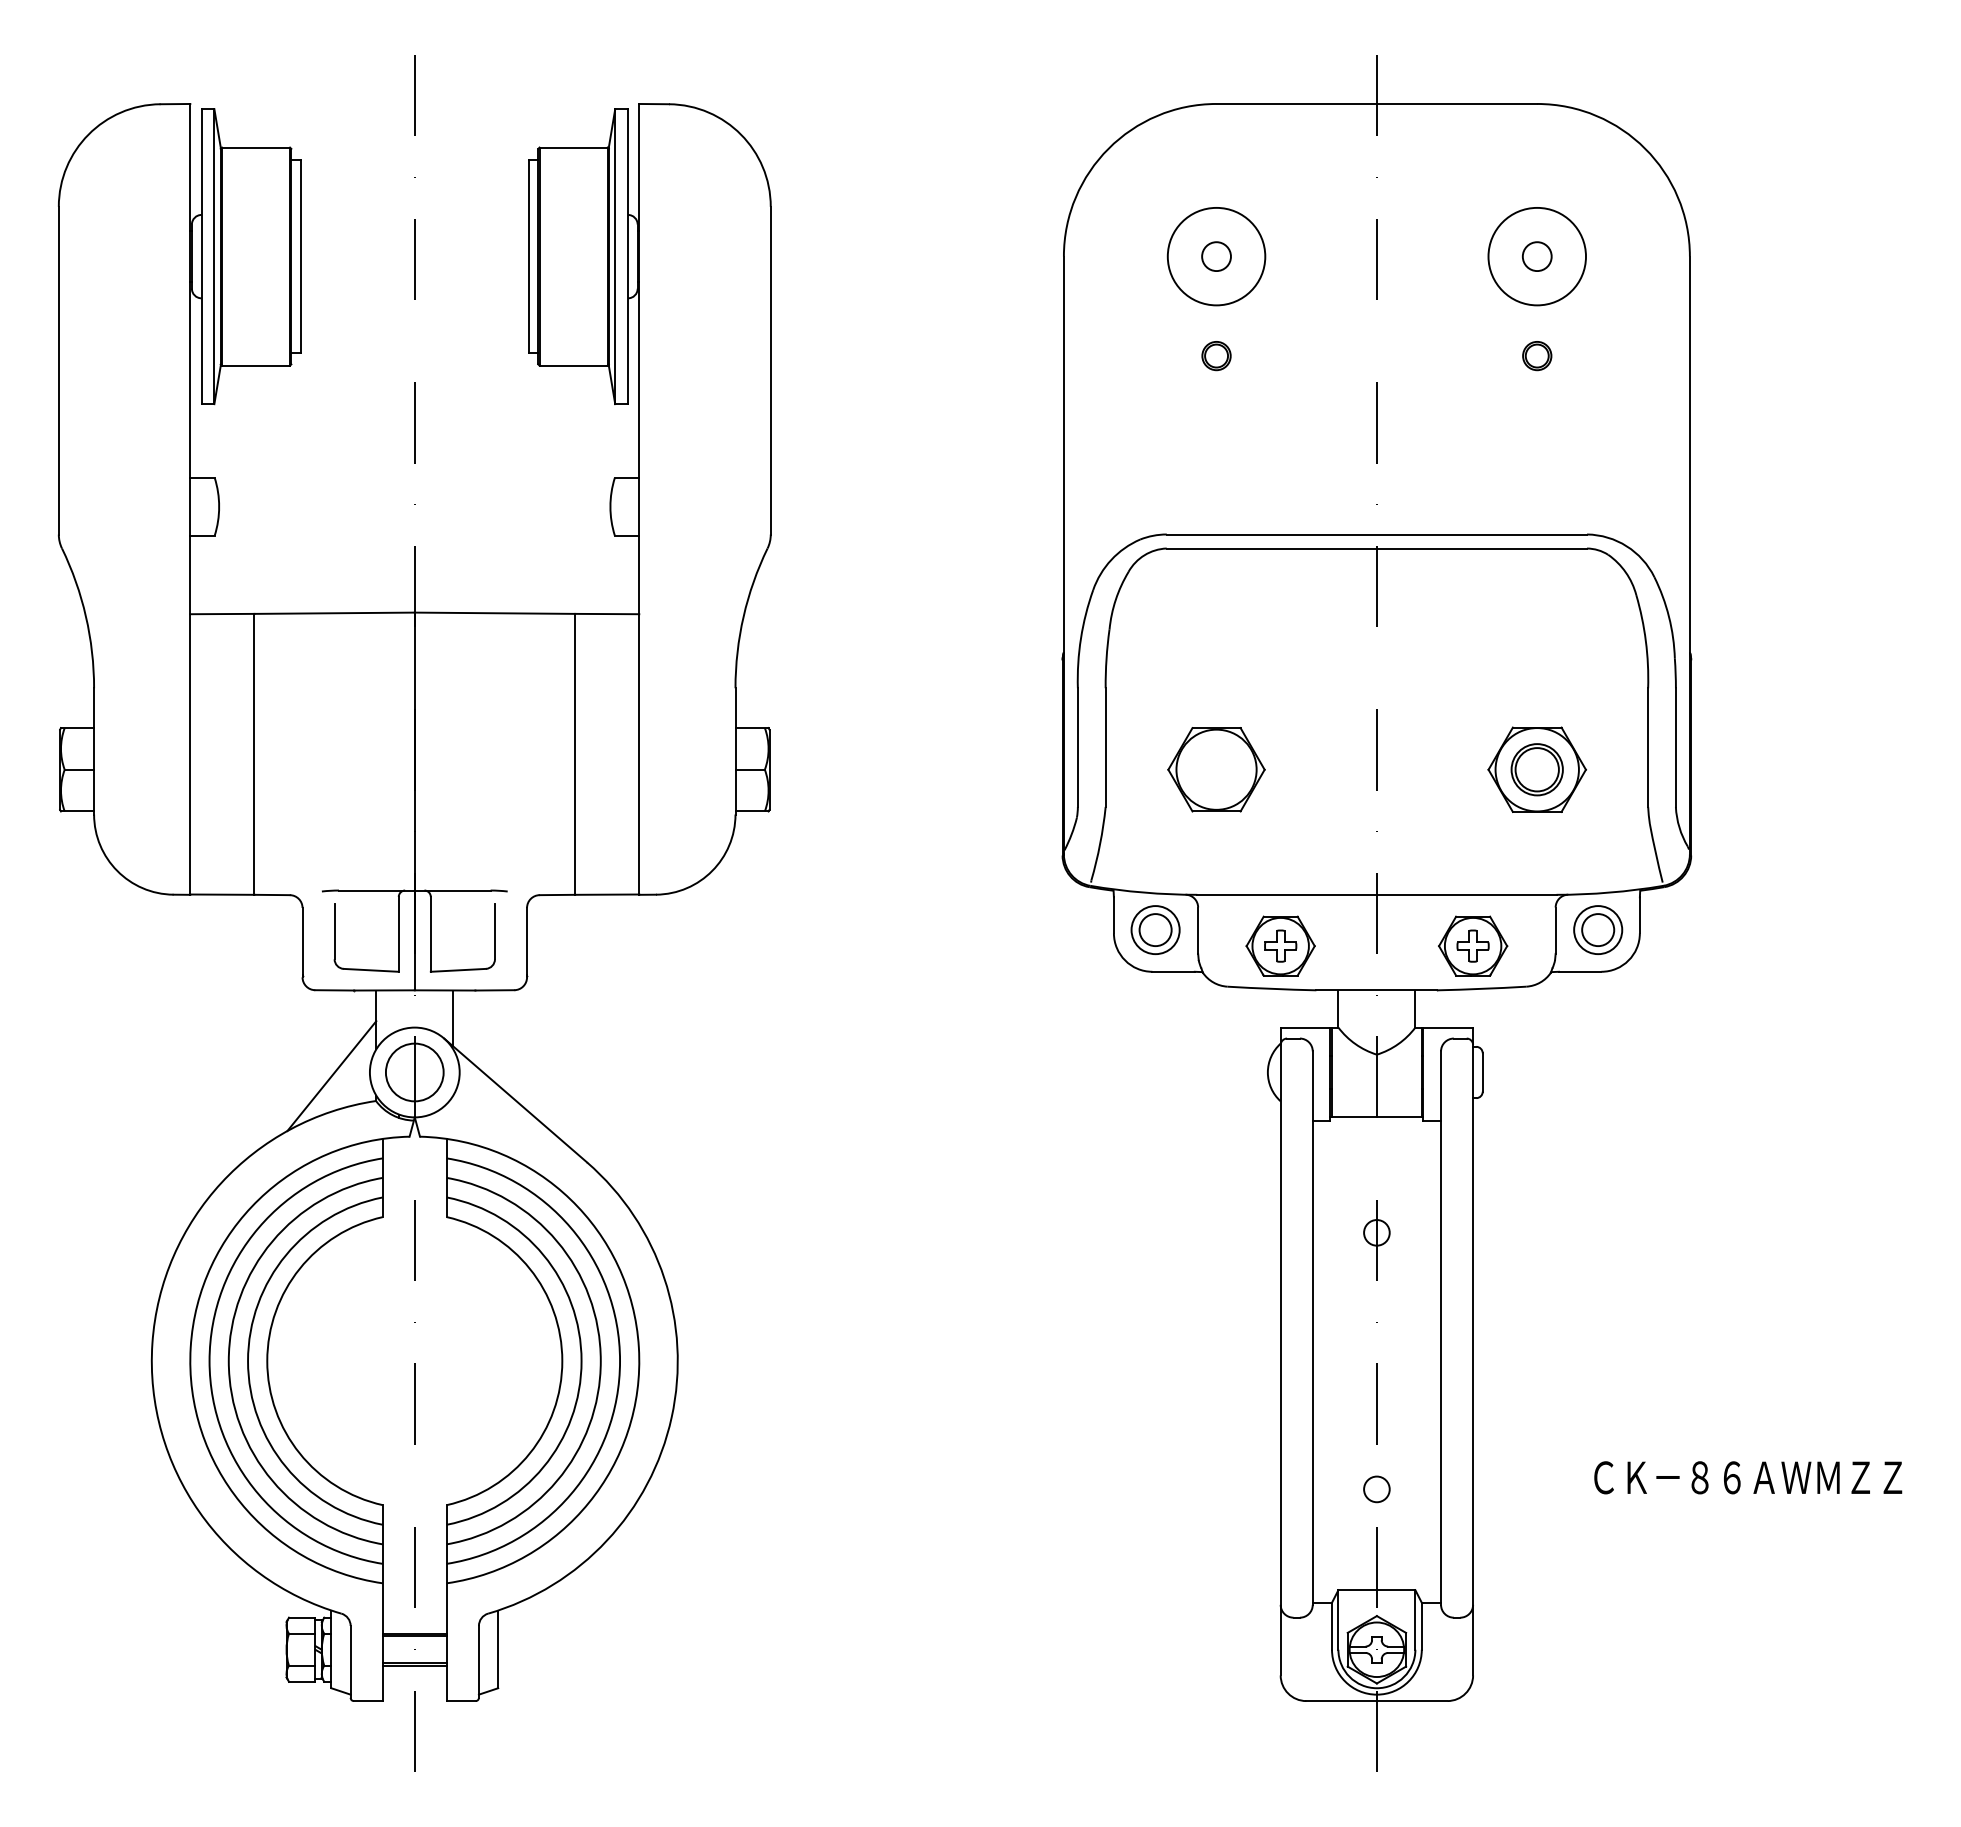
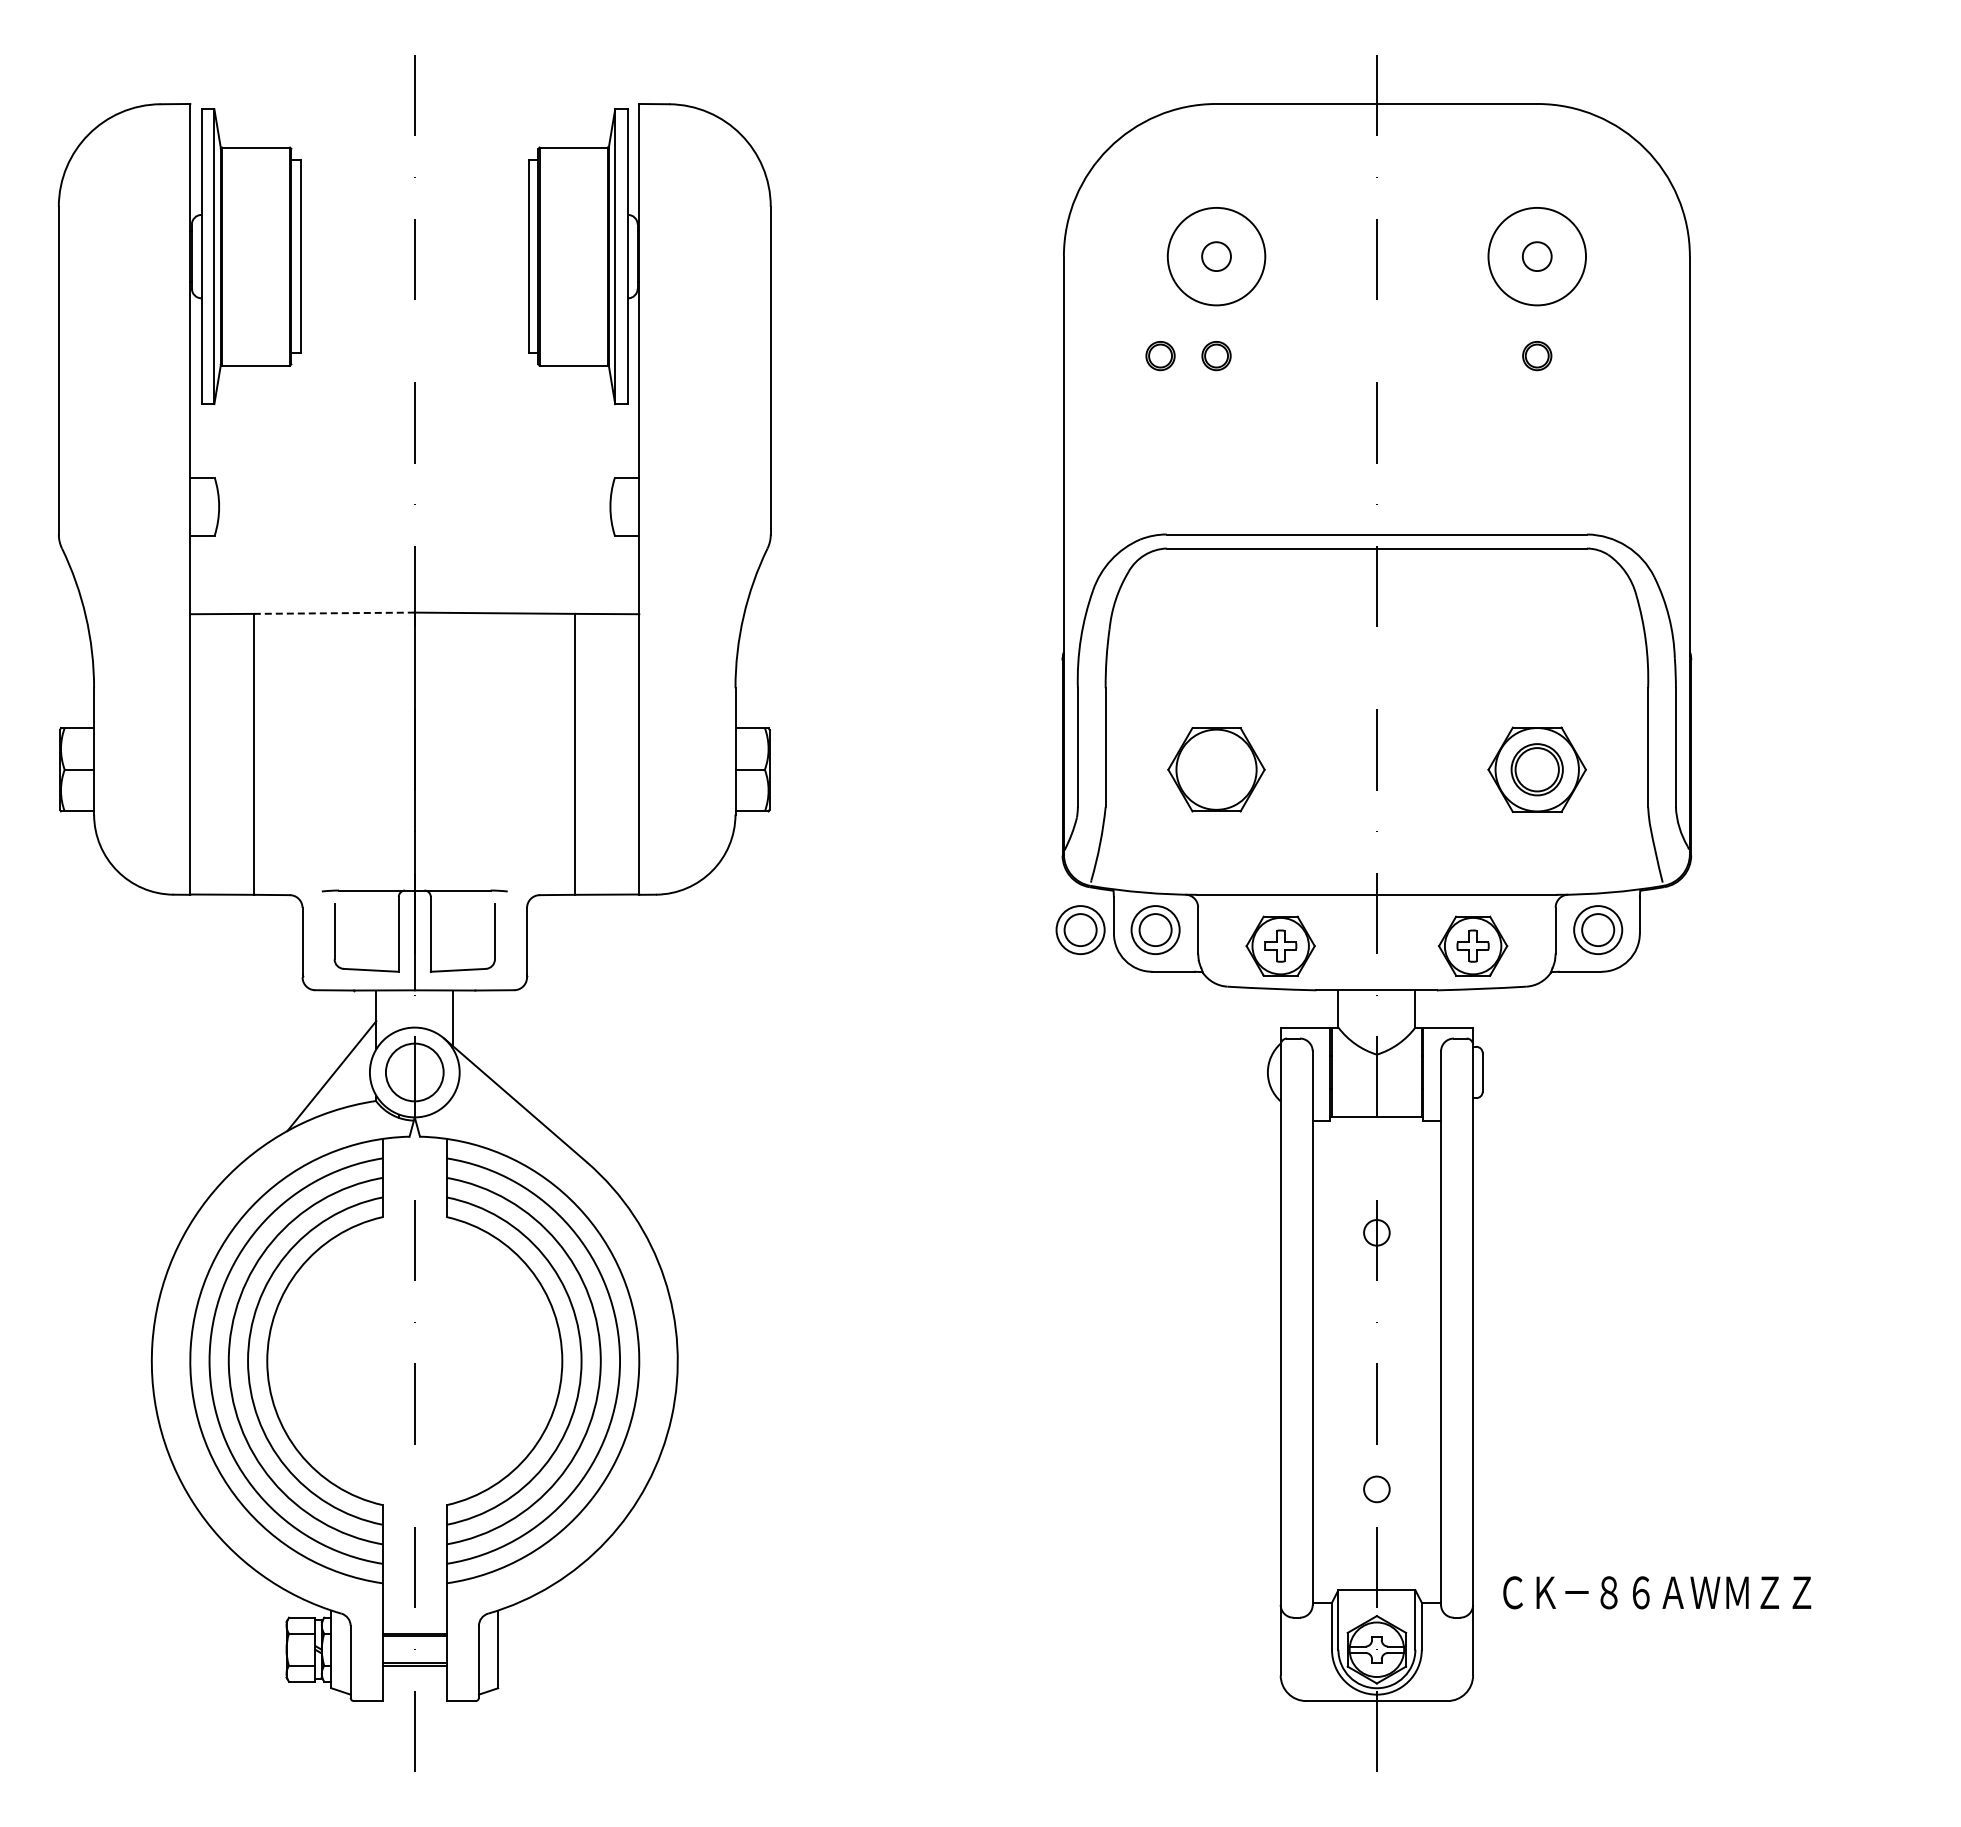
part at (1160, 356): none -> present
line at (334, 613): solid -> dashed
part at (1080, 929): none -> present
text at (1748, 1477) position: (1748, 1477) -> (1657, 1592)
